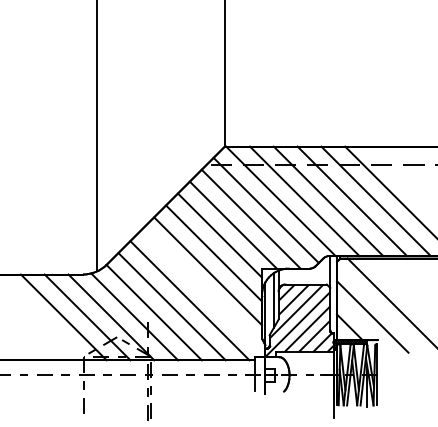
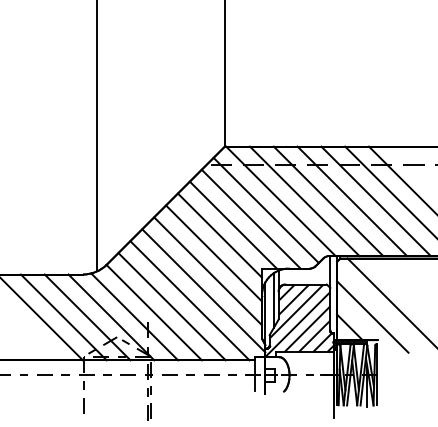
line at (401, 179): none -> present
line at (203, 290): none -> present
line at (42, 319): none -> present
